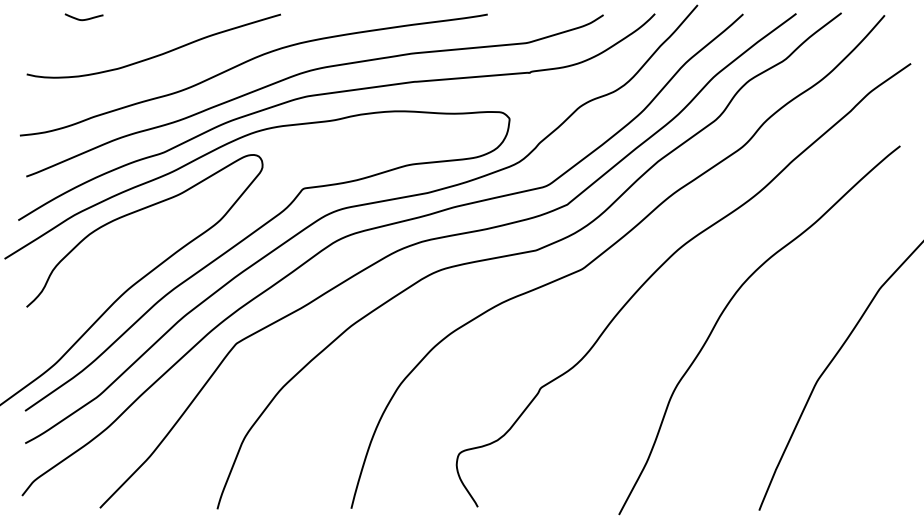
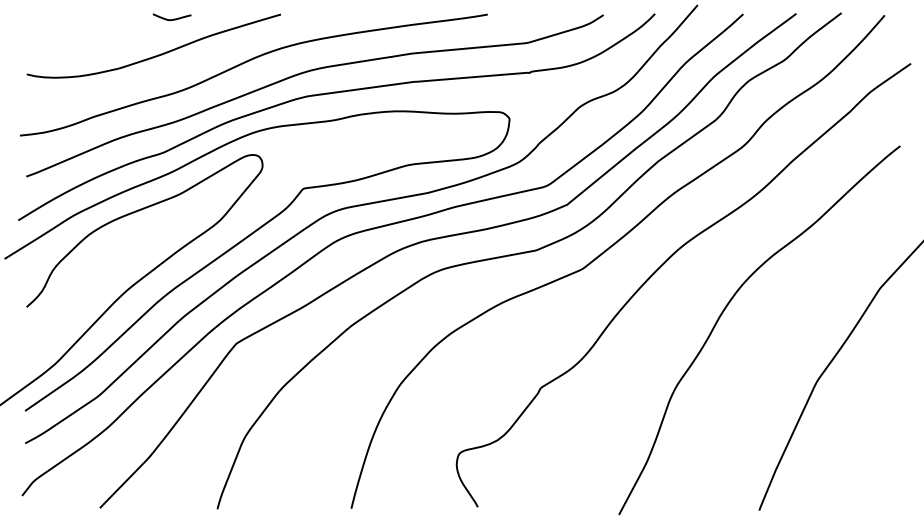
curve at (83, 19) position: (83, 19) -> (171, 19)
